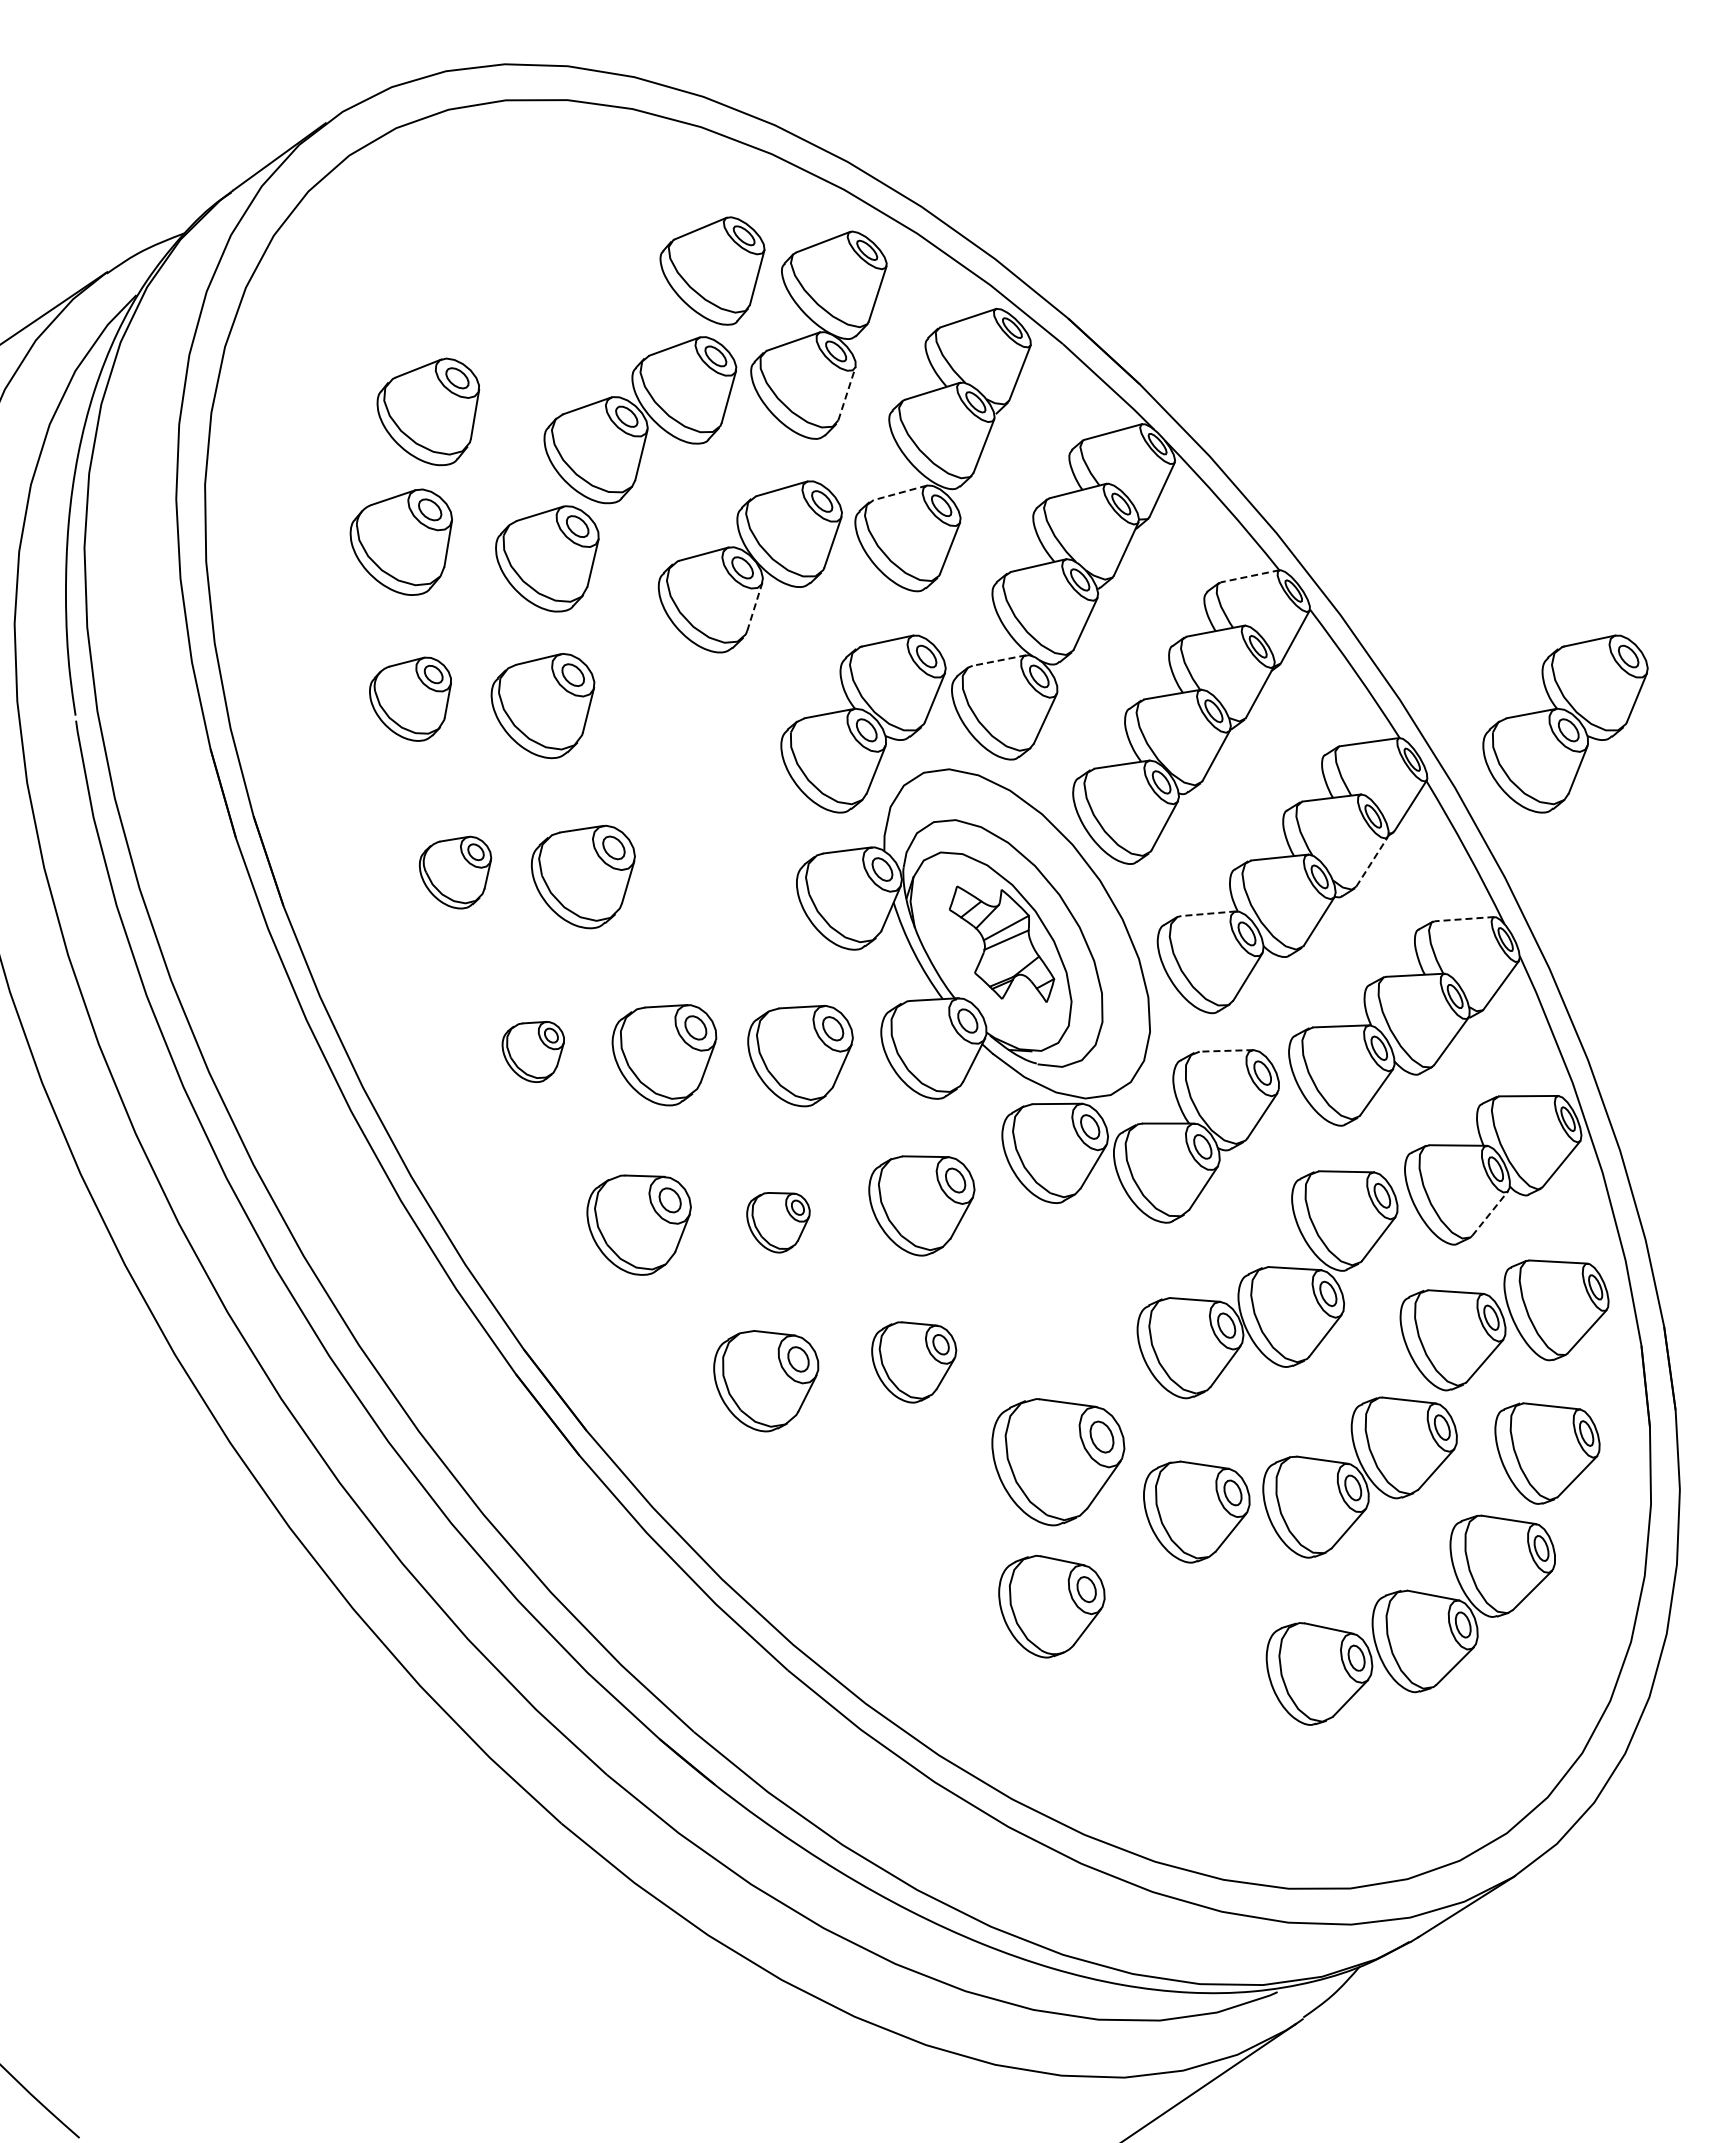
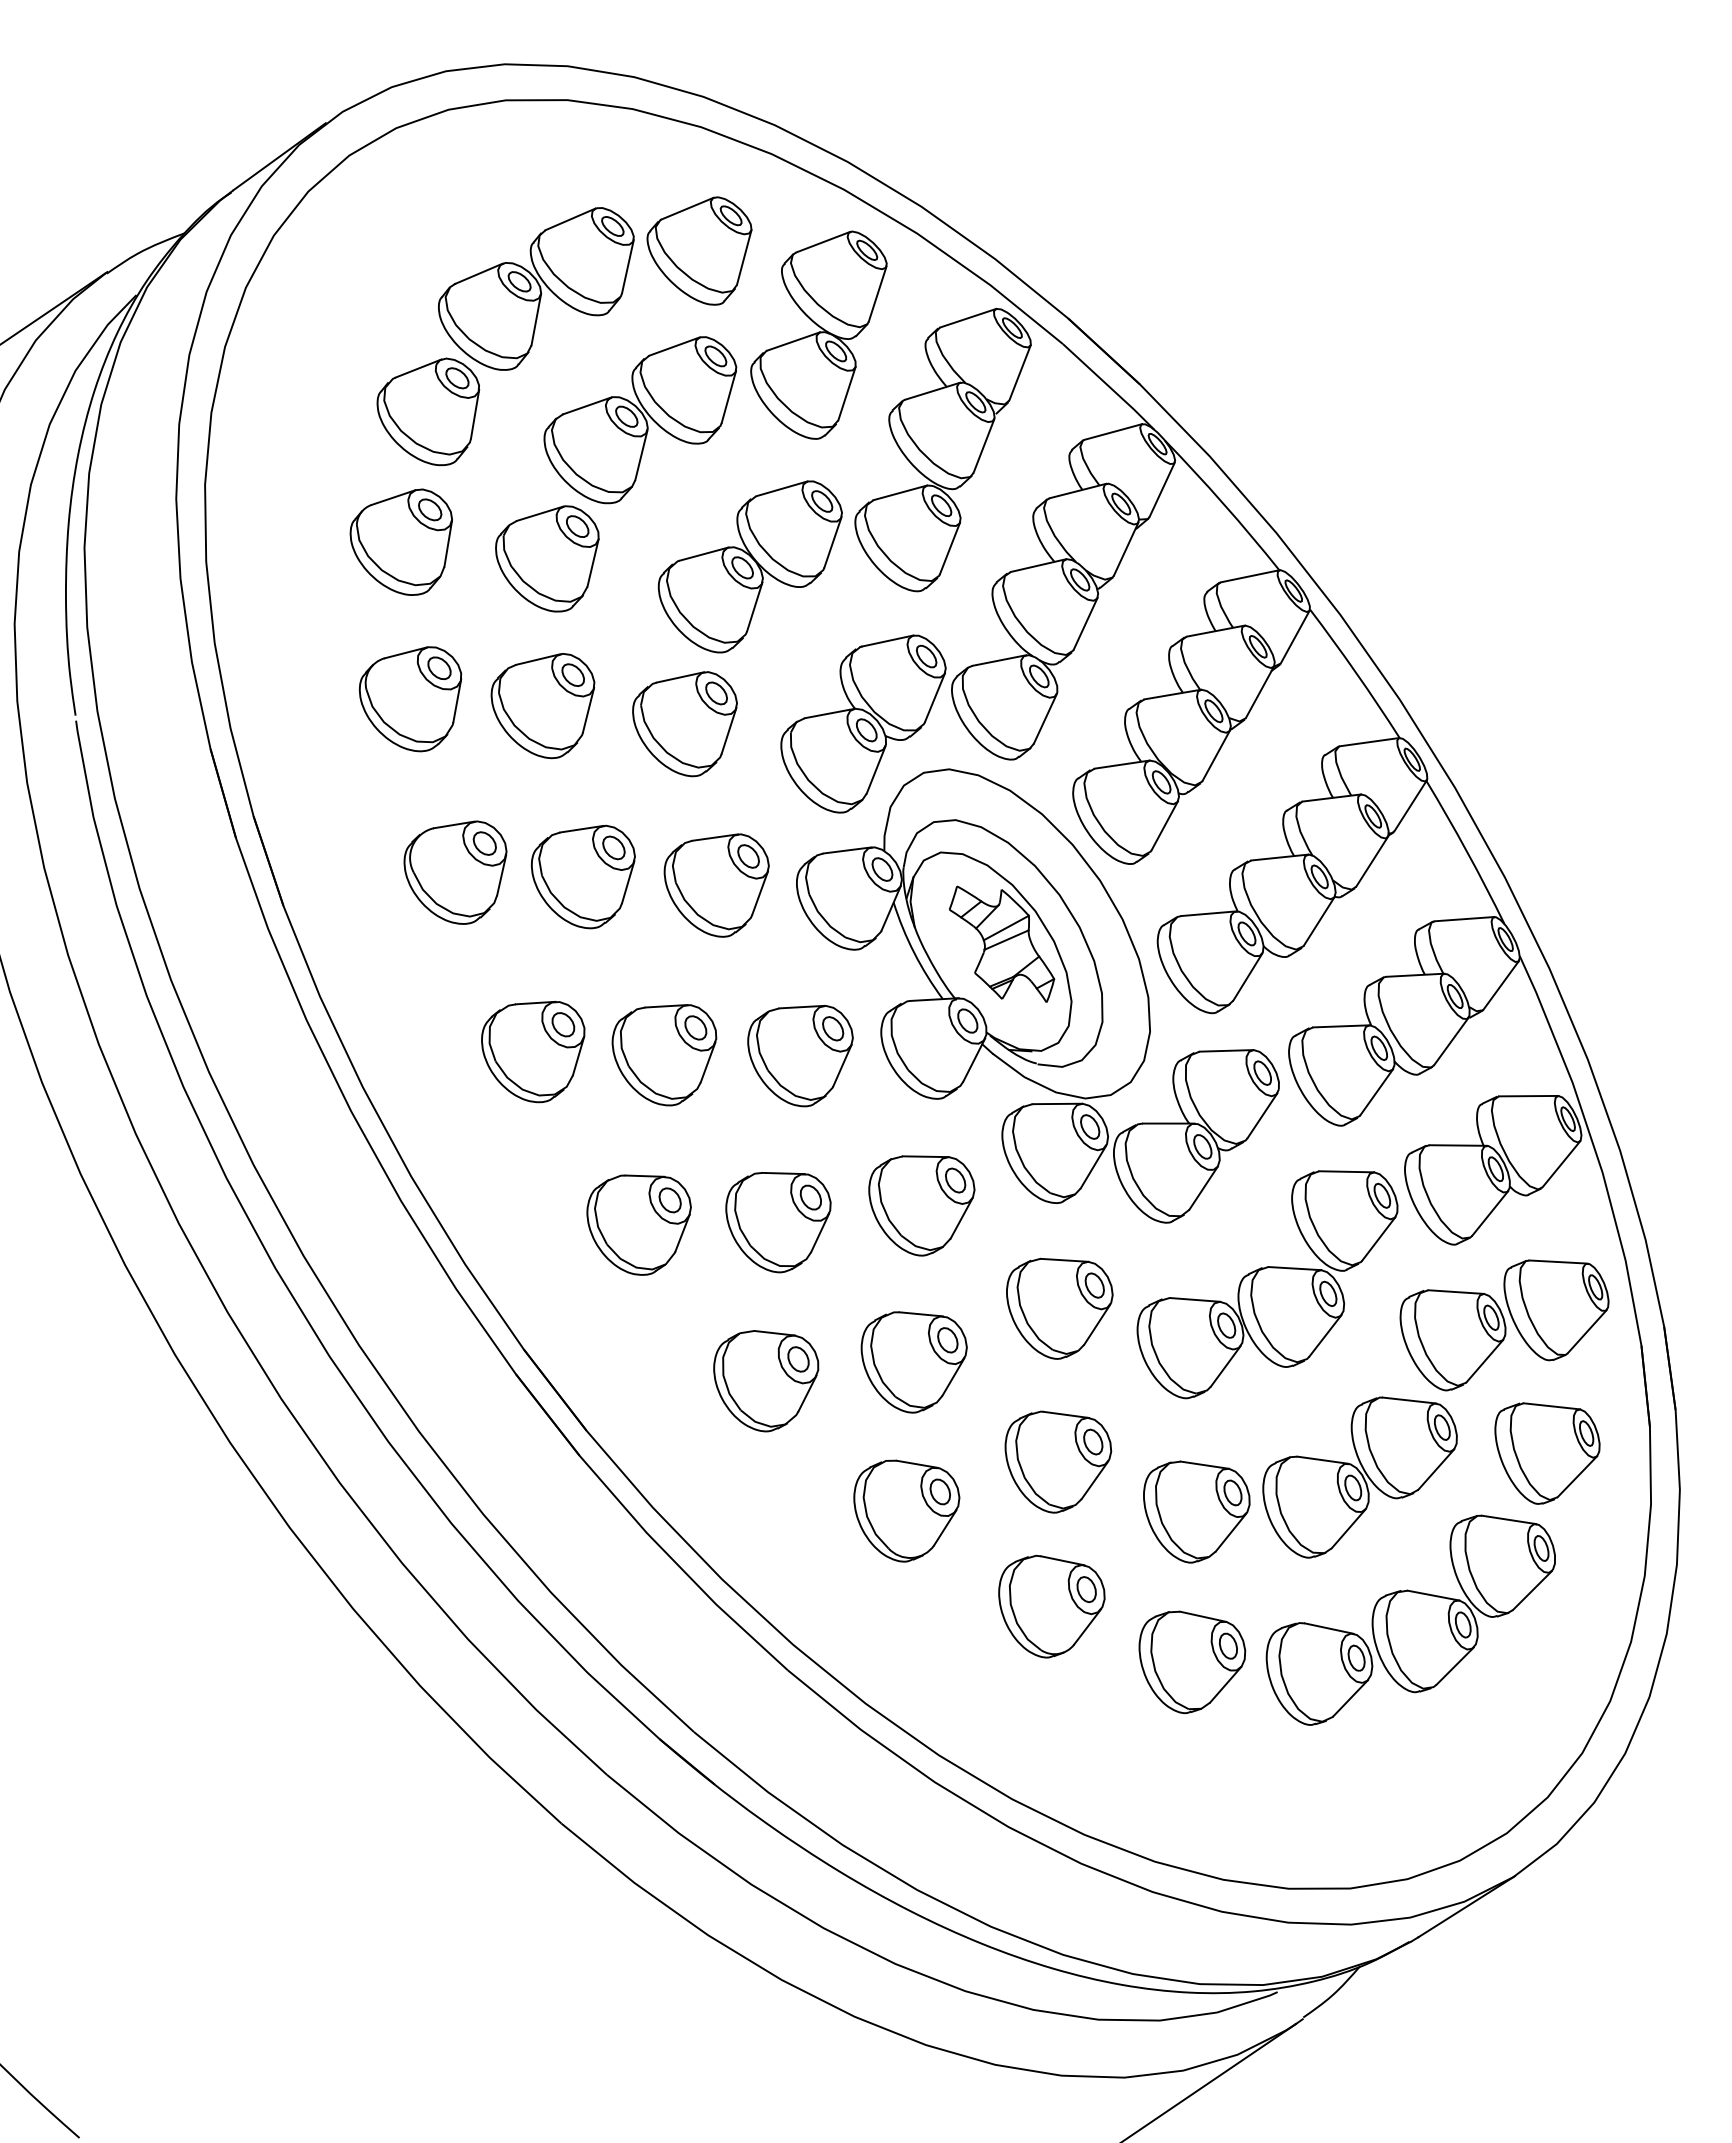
part at (712, 270) position: (712, 270) -> (699, 250)
part at (536, 288): none -> present
line at (846, 393): dashed -> solid
line at (900, 492): dashed -> solid
line at (1249, 576): dashed -> solid
line at (754, 606): dashed -> solid
line at (998, 660): dashed -> solid
part at (410, 698) size: 83x86 px -> 105x107 px
part at (1565, 723): present -> none
part at (684, 724): none -> present
line at (1372, 861): dashed -> solid
part at (455, 872) size: 75x75 px -> 105x105 px
part at (716, 885): none -> present
line at (1208, 913): dashed -> solid
line at (1464, 919): dashed -> solid
line at (1226, 1050): dashed -> solid
part at (532, 1051) size: 64x62 px -> 105x104 px
line at (1490, 1213): dashed -> solid
part at (778, 1222) size: 65x62 px -> 107x102 px
part at (1059, 1308): none -> present
part at (914, 1362) size: 87x83 px -> 108x103 px
part at (1058, 1462) size: 135x129 px -> 109x104 px
part at (906, 1510): none -> present
part at (1192, 1662): none -> present
